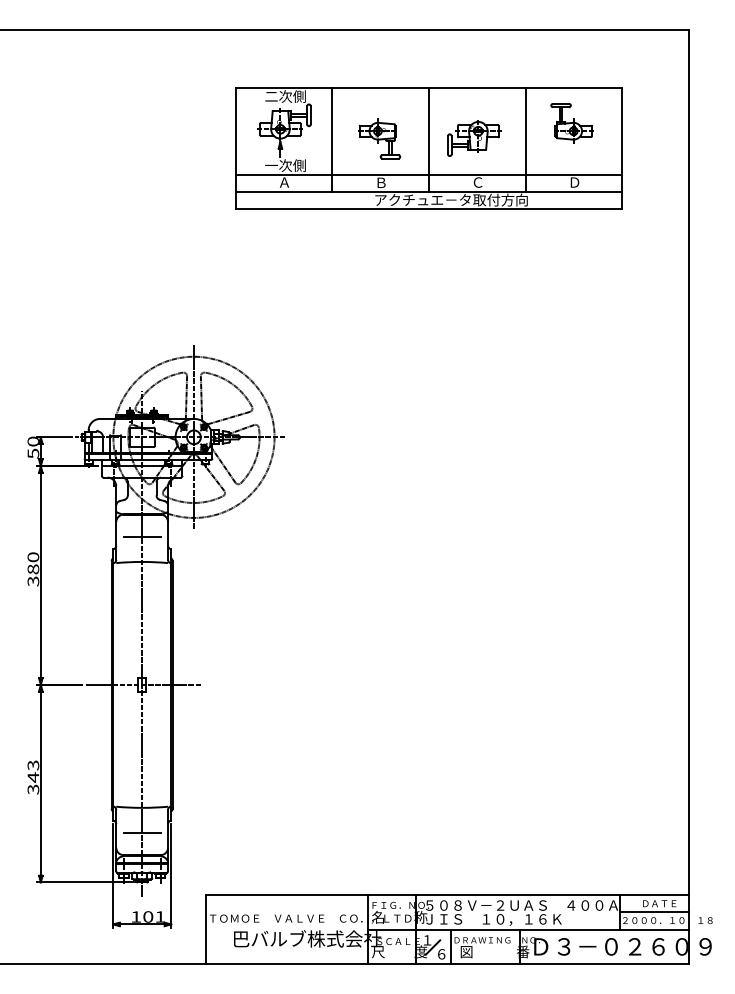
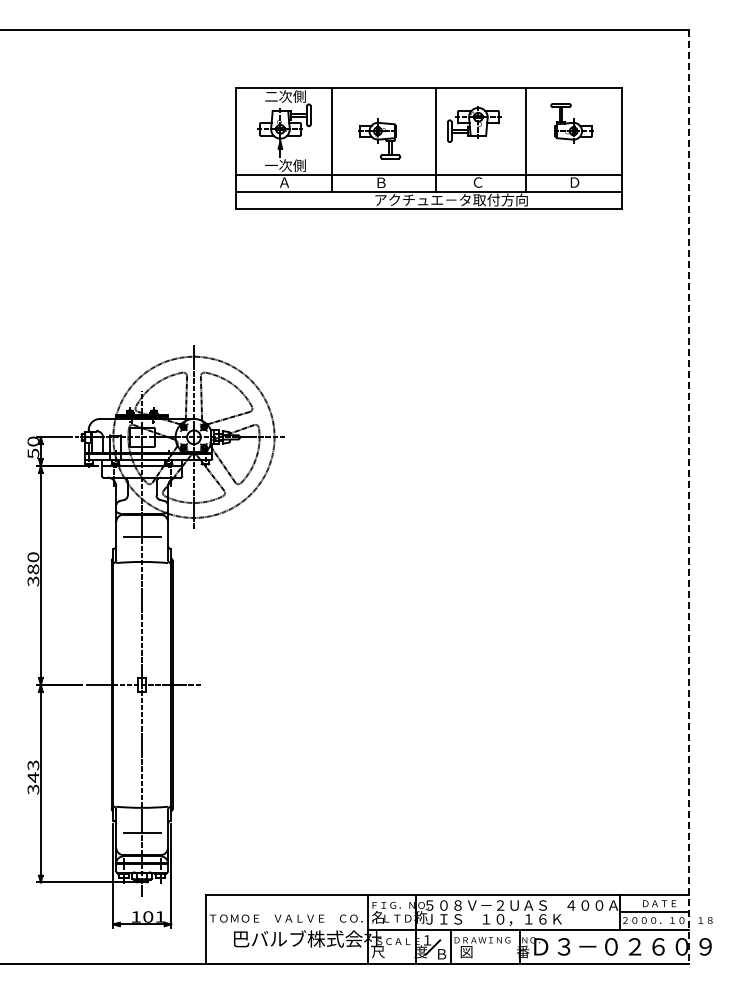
part at (474, 138) position: (474, 138) -> (474, 124)
line at (429, 139) position: (429, 139) -> (436, 139)
line at (689, 497): solid -> dashed
text at (442, 954): ６ -> Ｂ
